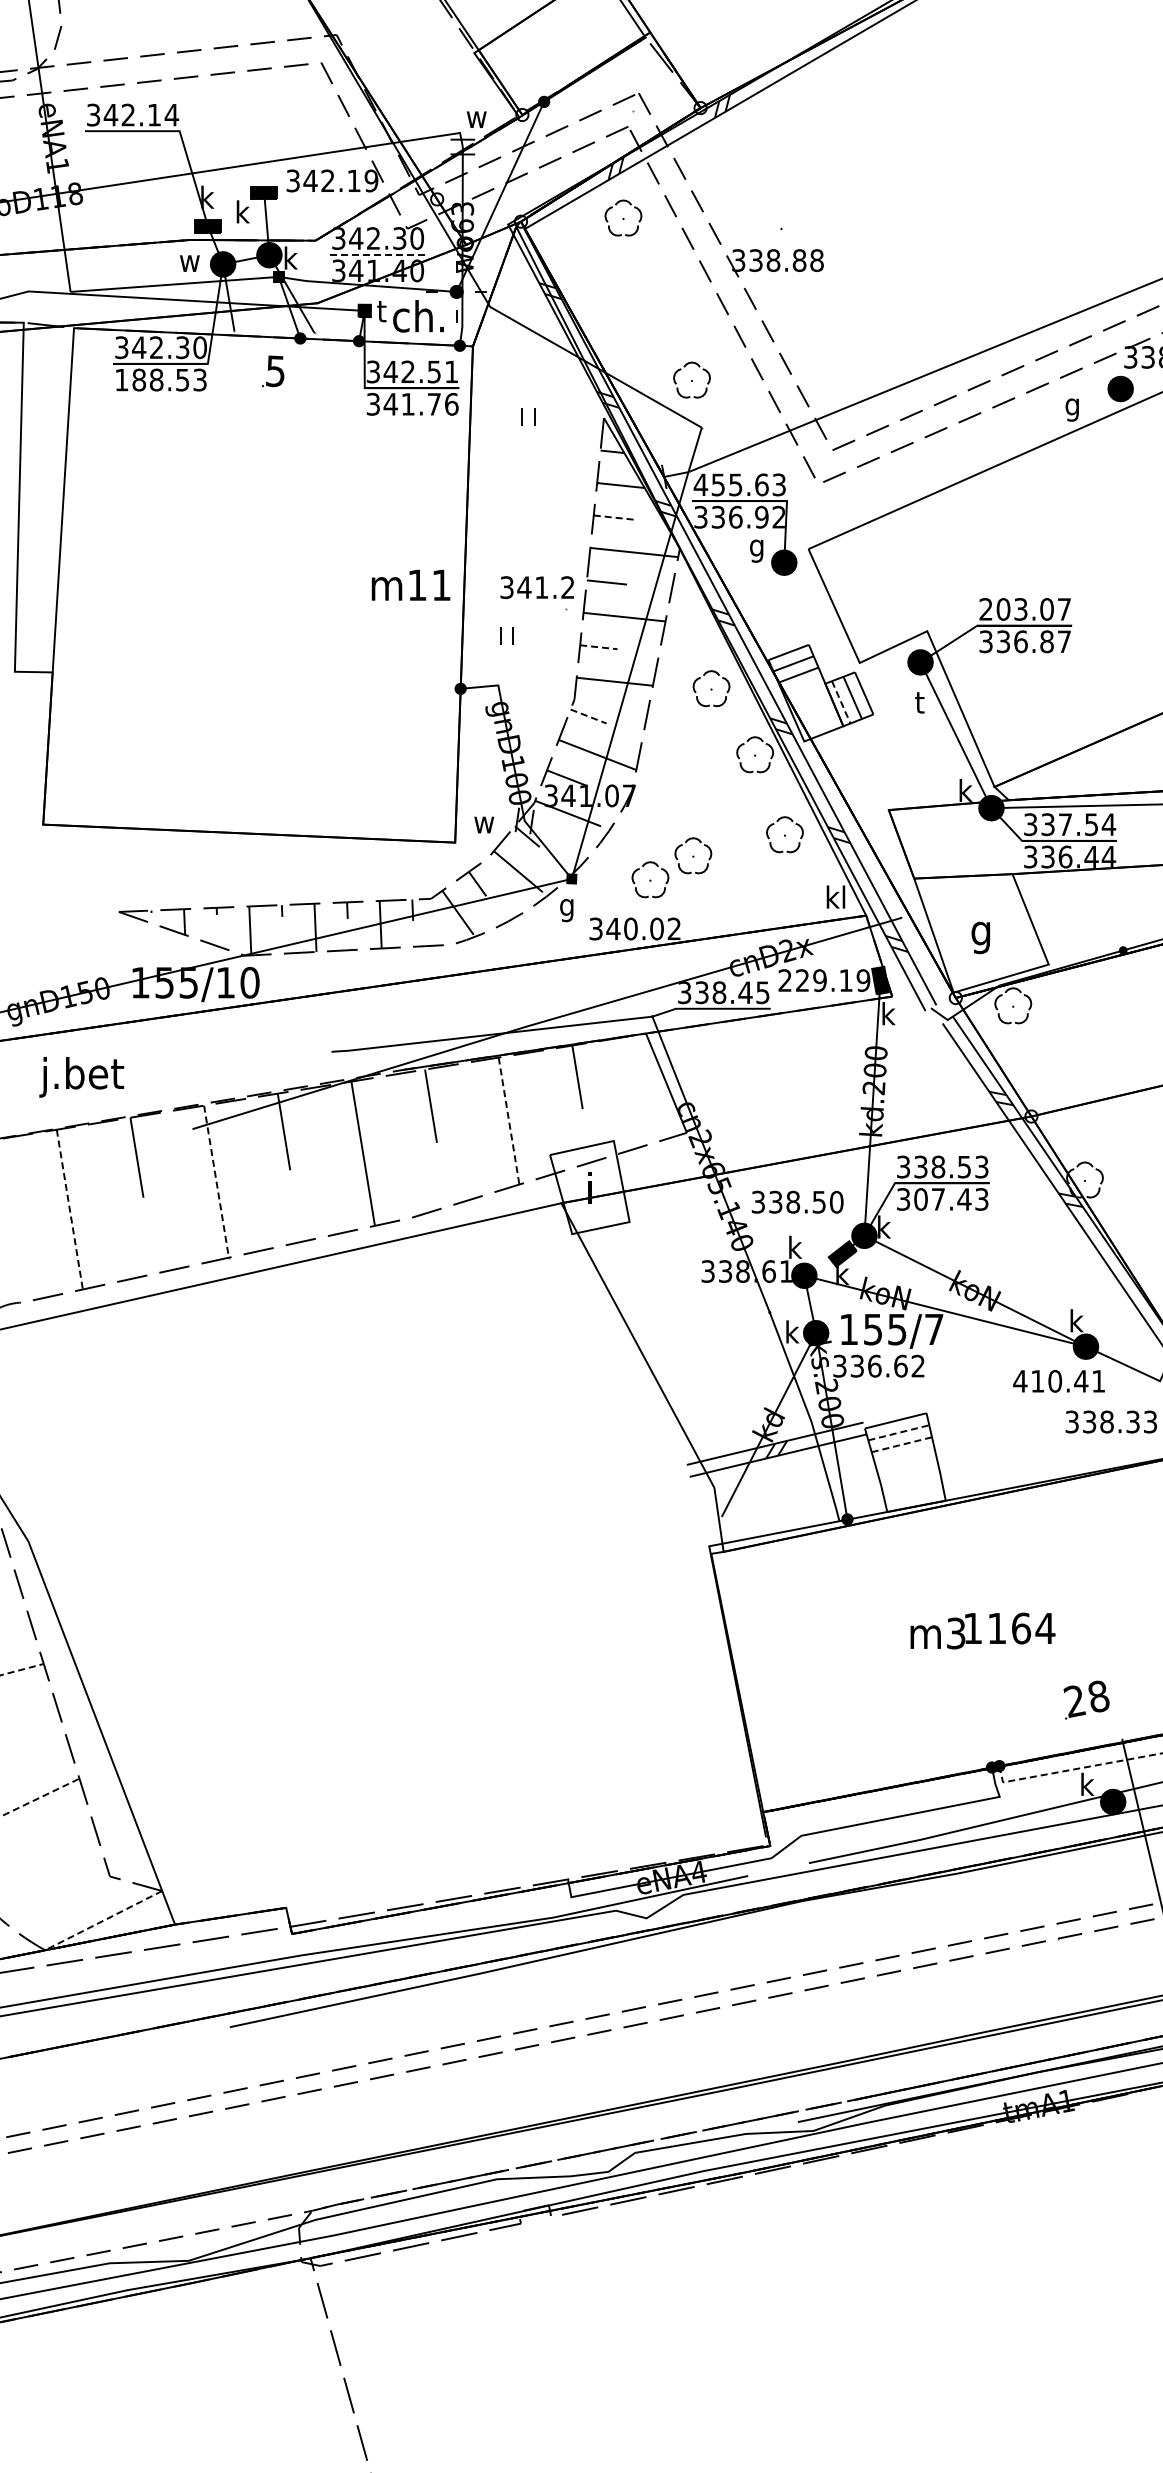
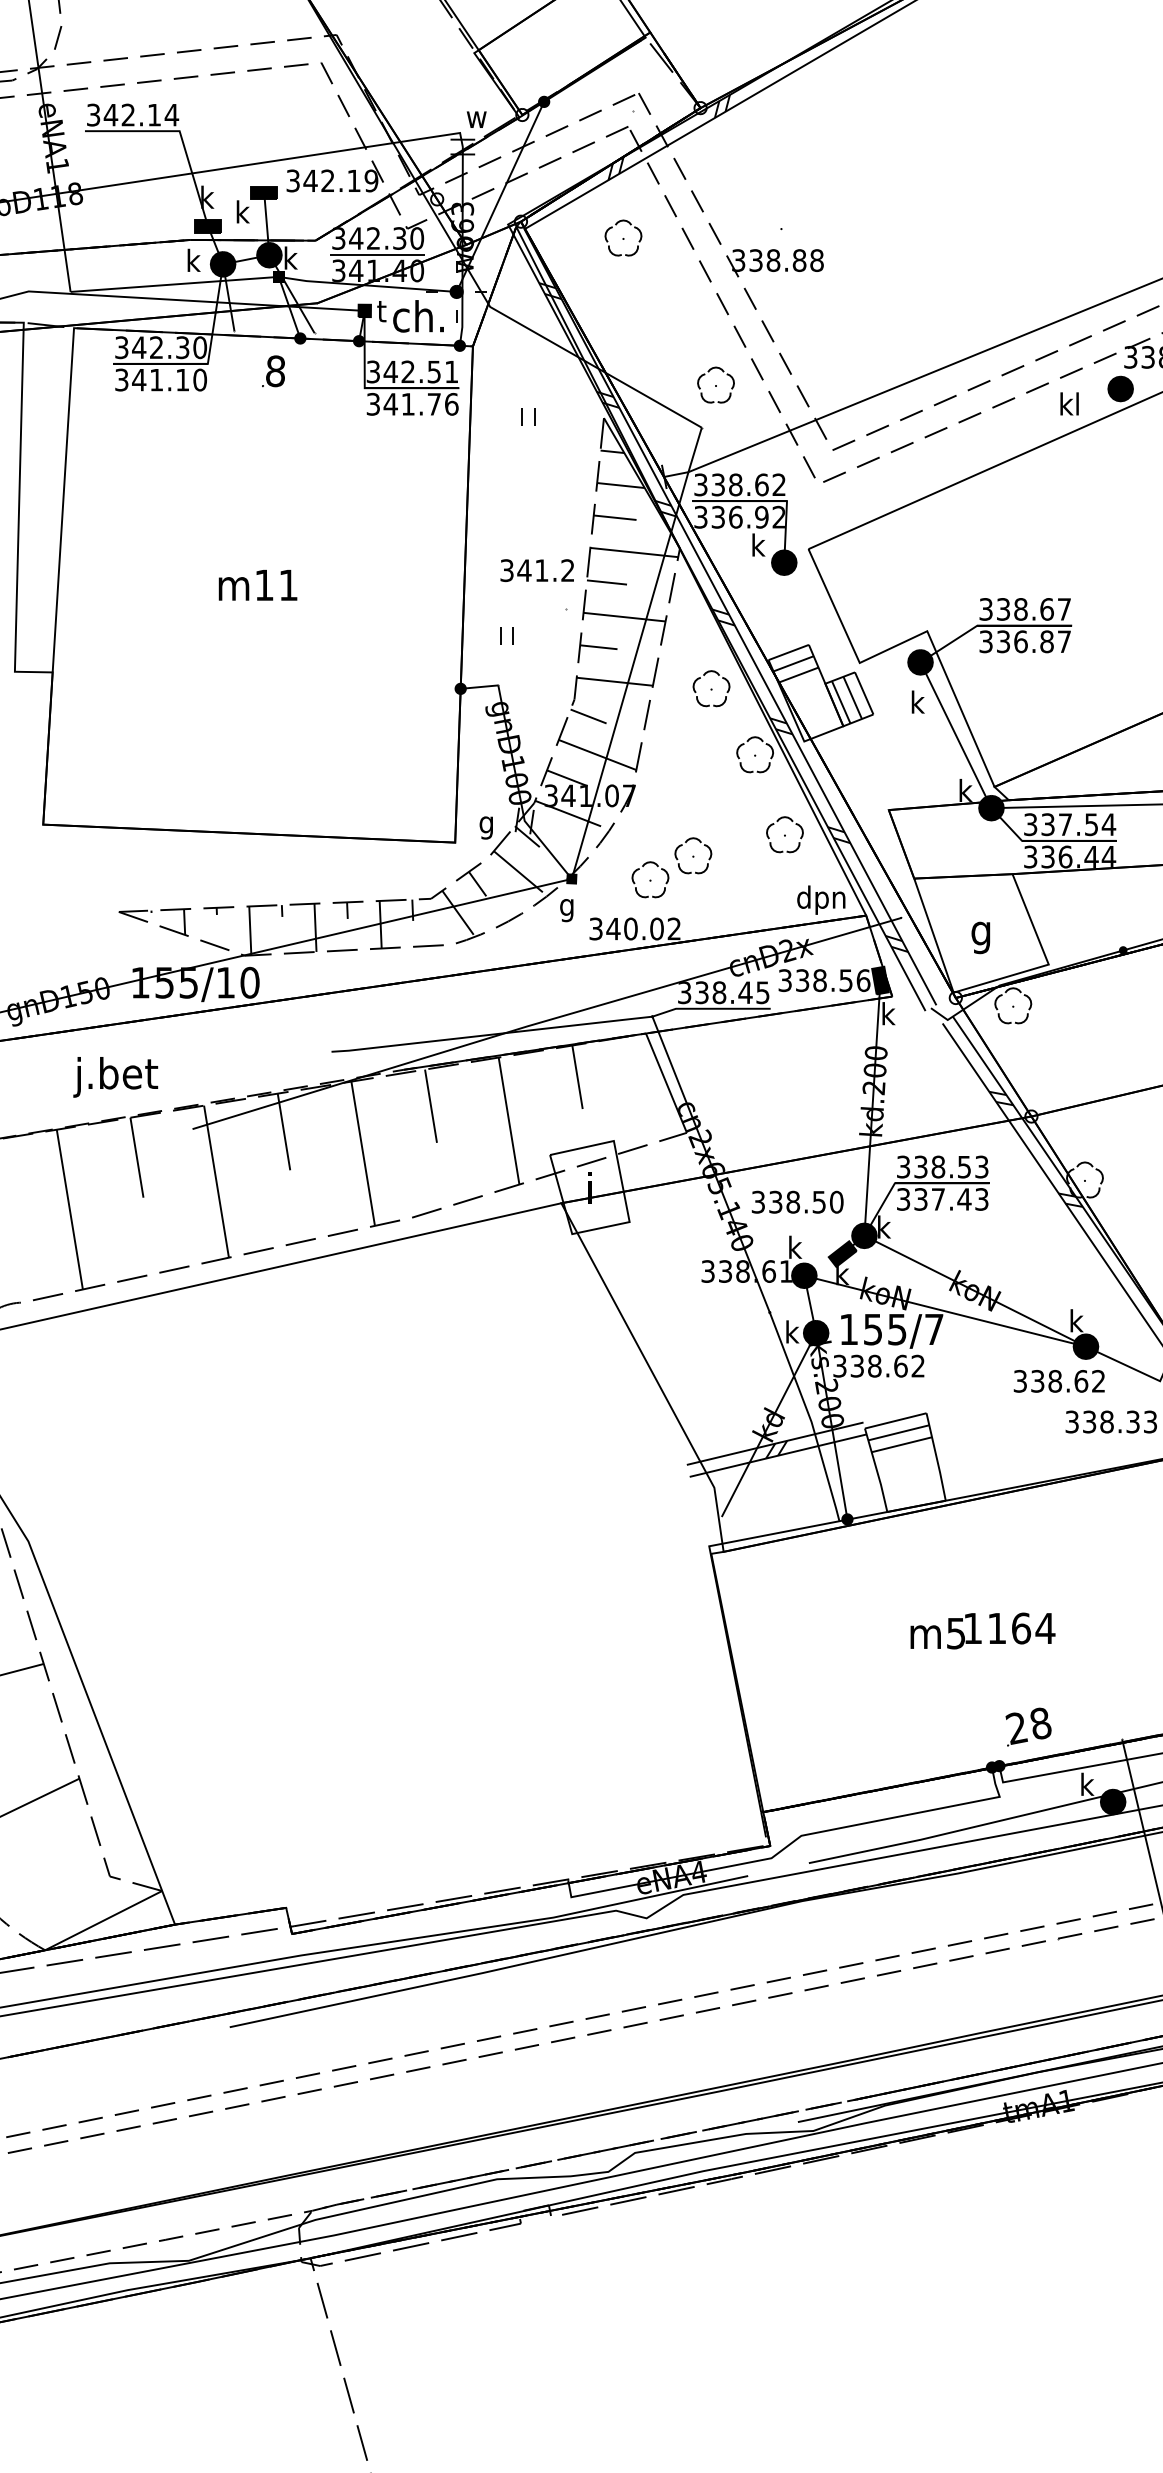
part at (623, 217) position: (623, 217) -> (623, 237)
line at (378, 254): dashed -> solid
text at (190, 259): w -> k
text at (275, 371): 5 -> 8
text at (161, 379): 188.53 -> 341.10
part at (691, 379) position: (691, 379) -> (715, 384)
text at (1069, 406): g -> kl
text at (739, 484): 455.63 -> 338.62
line at (615, 517): dashed -> solid
text at (757, 547): g -> k
text at (410, 585) position: (410, 585) -> (257, 585)
text at (536, 587) position: (536, 587) -> (536, 570)
text at (1016, 609): 203.07 -> 338.67
line at (598, 647): dashed -> solid
text at (917, 701): t -> k
line at (841, 702): dashed -> solid
line at (589, 716): dashed -> solid
text at (484, 827): w -> g
text at (821, 899): kl -> dpn
text at (824, 980): 229.19 -> 338.56
text at (81, 1077) position: (81, 1077) -> (115, 1077)
line at (509, 1121): dashed -> solid
line at (216, 1182): dashed -> solid
text at (920, 1199): 307.43 -> 337.43
line at (69, 1209): dashed -> solid
text at (874, 1365): 336.62 -> 338.62
text at (1058, 1380): 410.41 -> 338.62
line at (899, 1432): dashed -> solid
line at (902, 1444): dashed -> solid
text at (956, 1632): m3 -> m5
line at (22, 1669): dashed -> solid
text at (1086, 1699) position: (1086, 1699) -> (1028, 1726)
line at (1073, 1769): dashed -> solid
line at (39, 1797): dashed -> solid
line at (103, 1920): dashed -> solid
